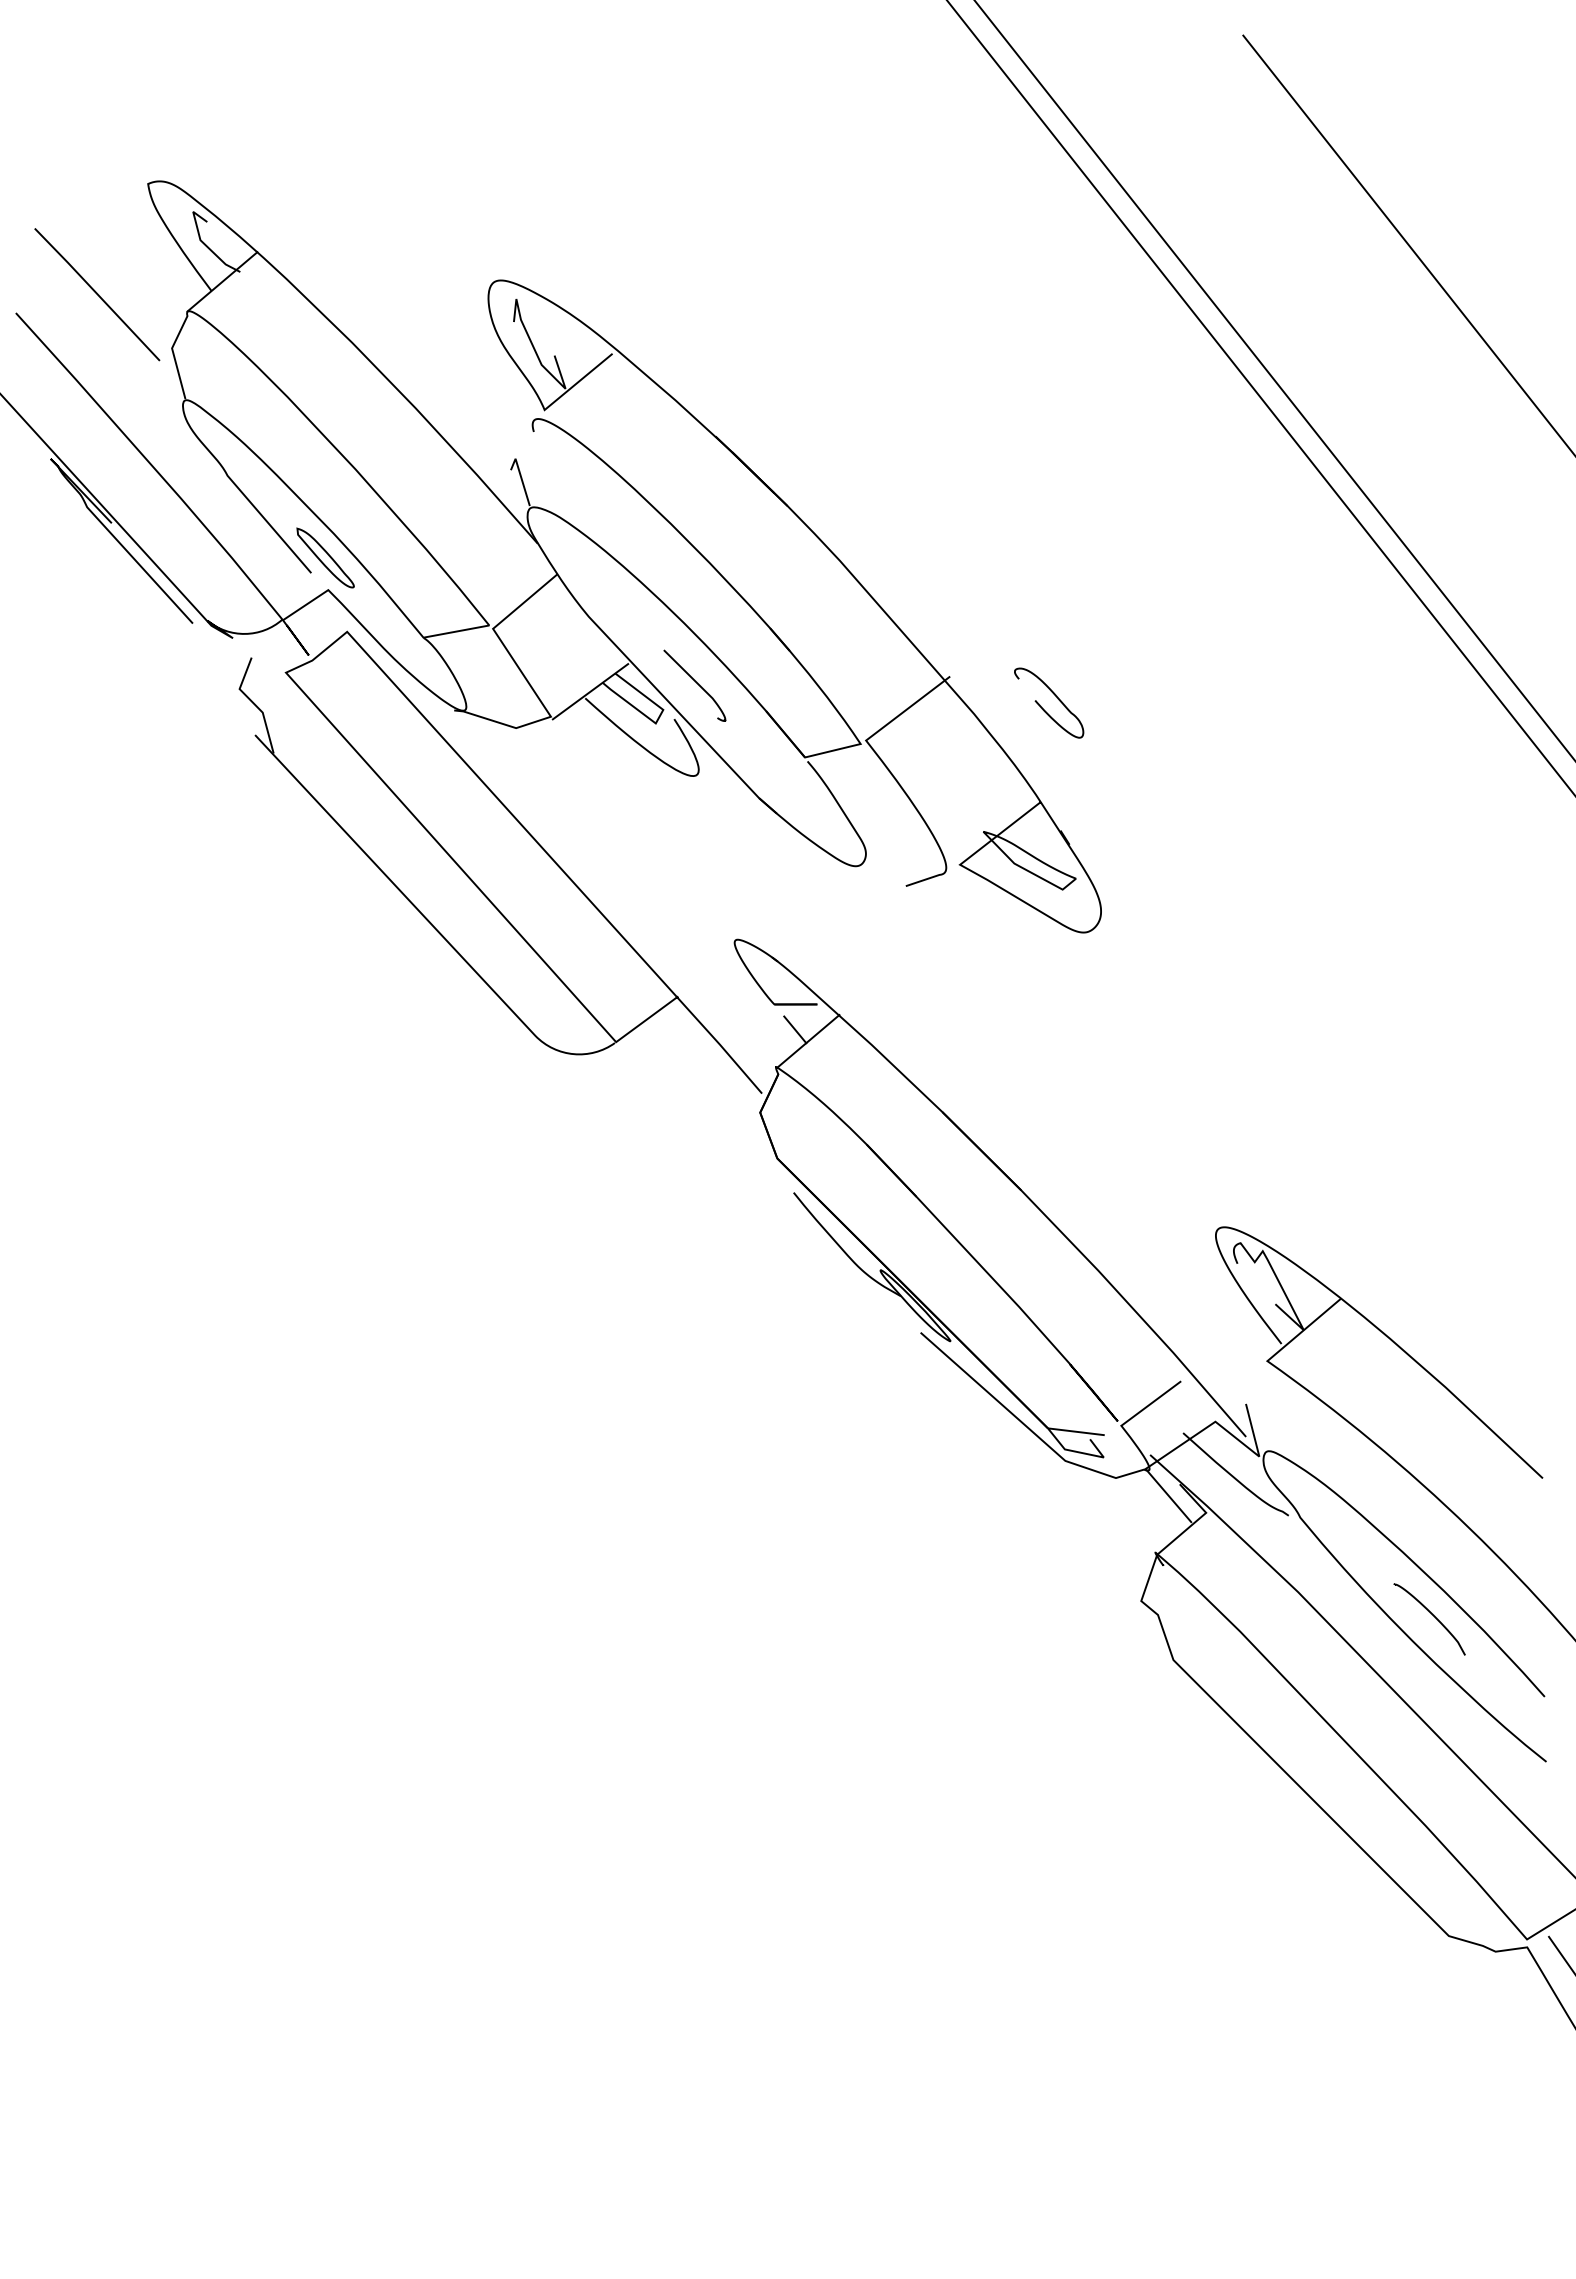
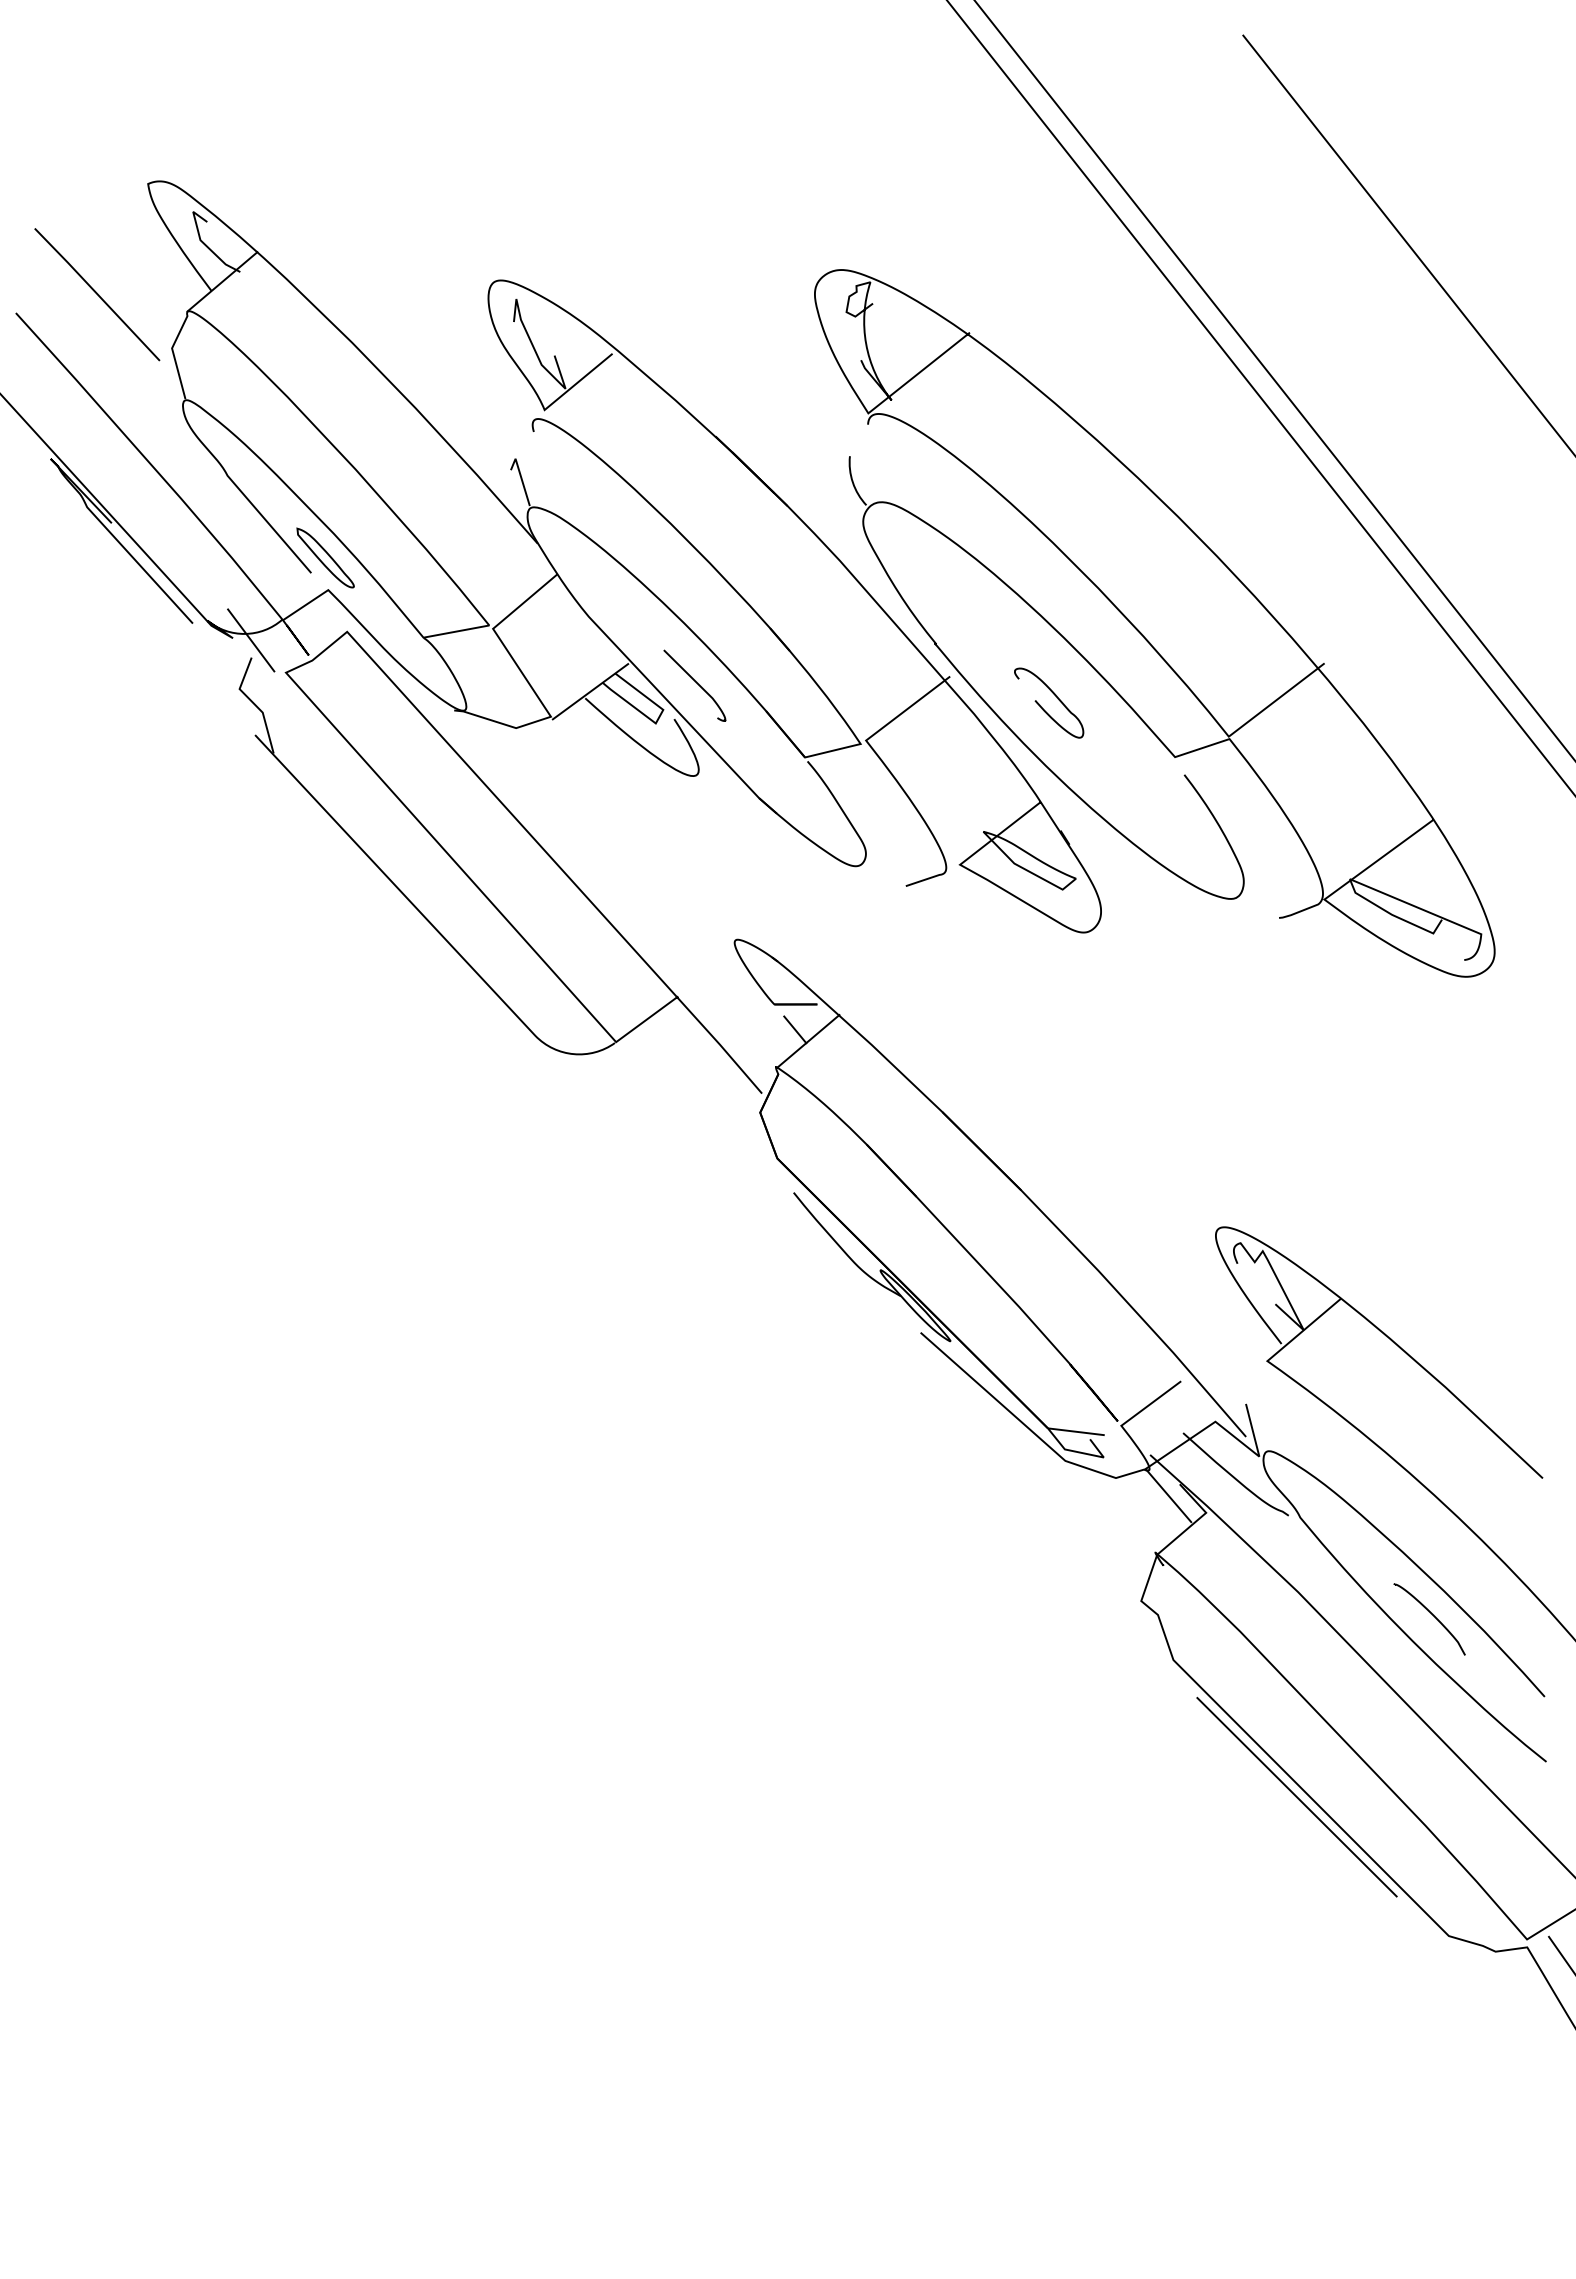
part at (1143, 634): none -> present
line at (251, 640): none -> present
line at (1296, 1797): none -> present
